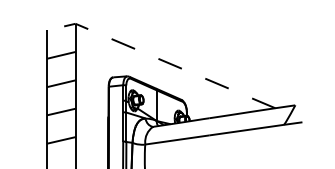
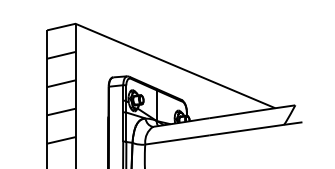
line at (160, 59): dashed -> solid
